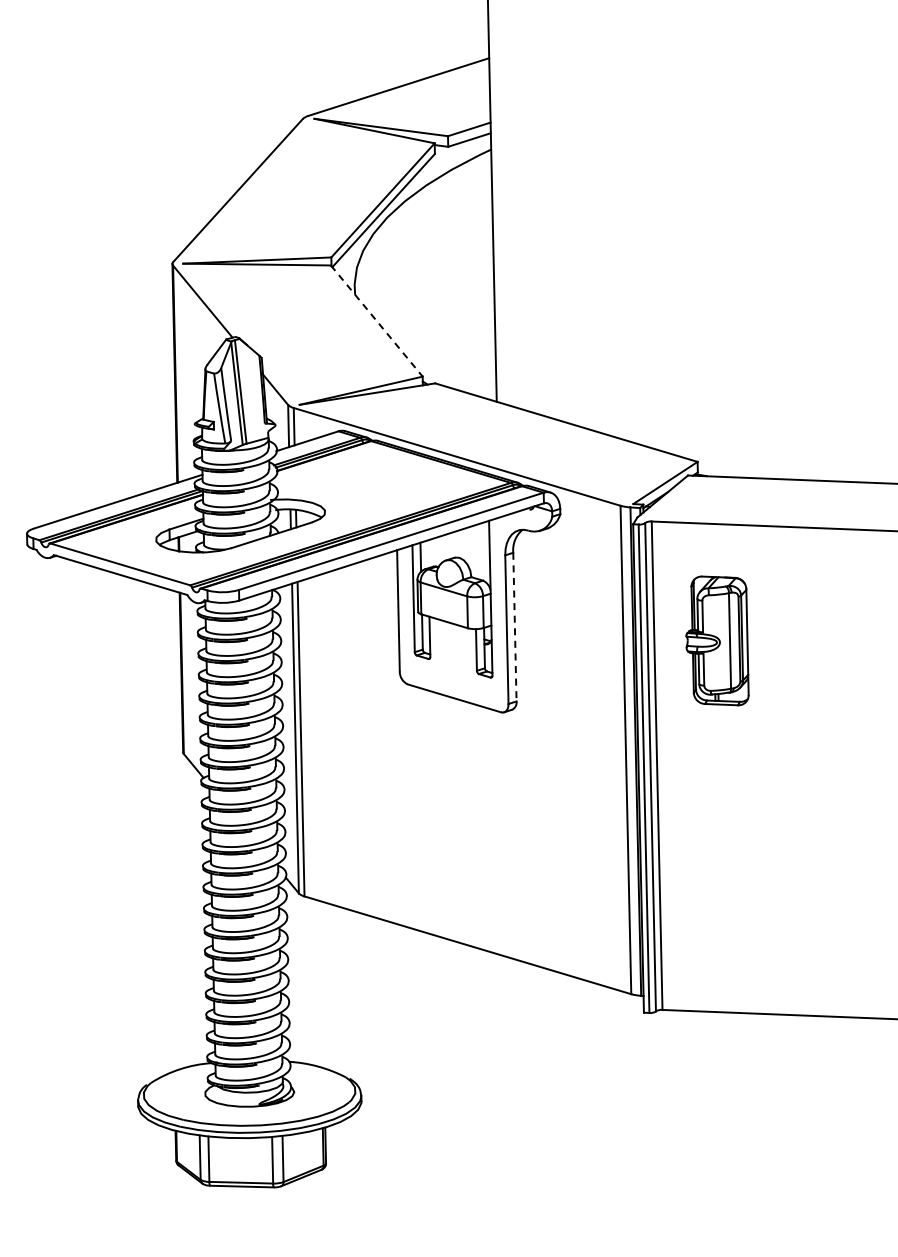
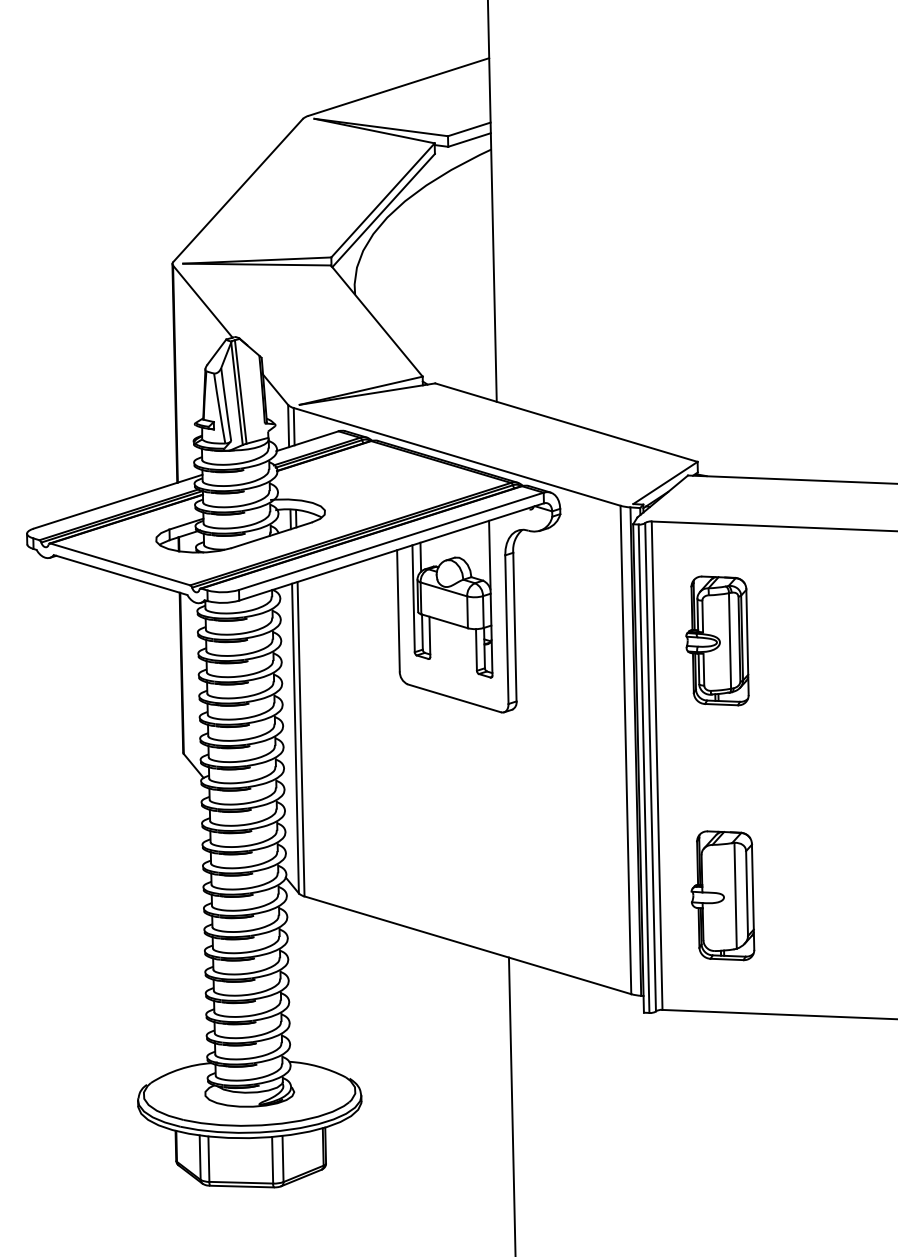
line at (377, 321): dashed -> solid
line at (514, 627): dashed -> solid
part at (722, 895): none -> present
line at (511, 1105): none -> present
